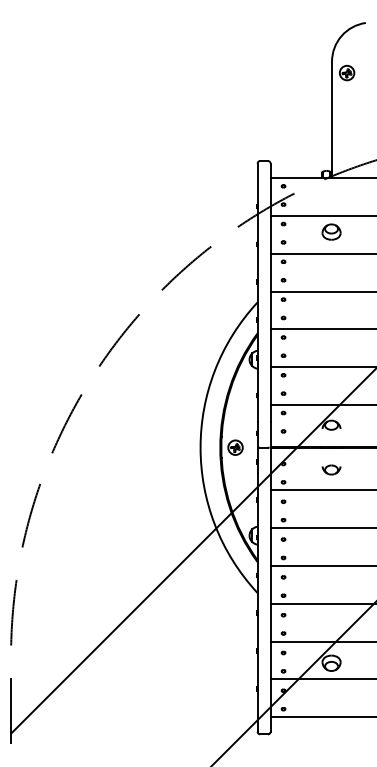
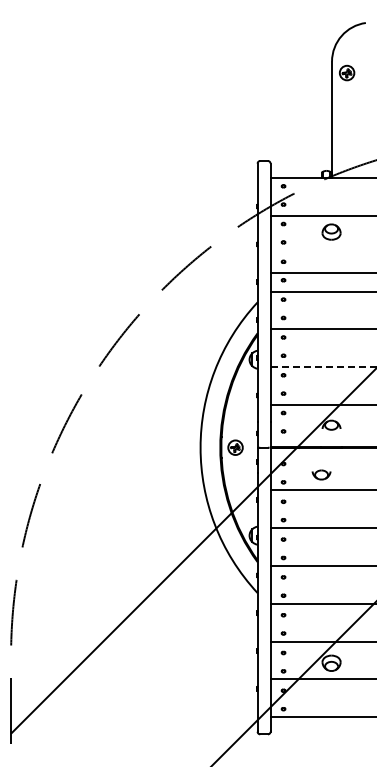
line at (321, 253) position: (321, 253) -> (321, 272)
line at (323, 367): solid -> dashed
part at (331, 469) position: (331, 469) -> (321, 474)
